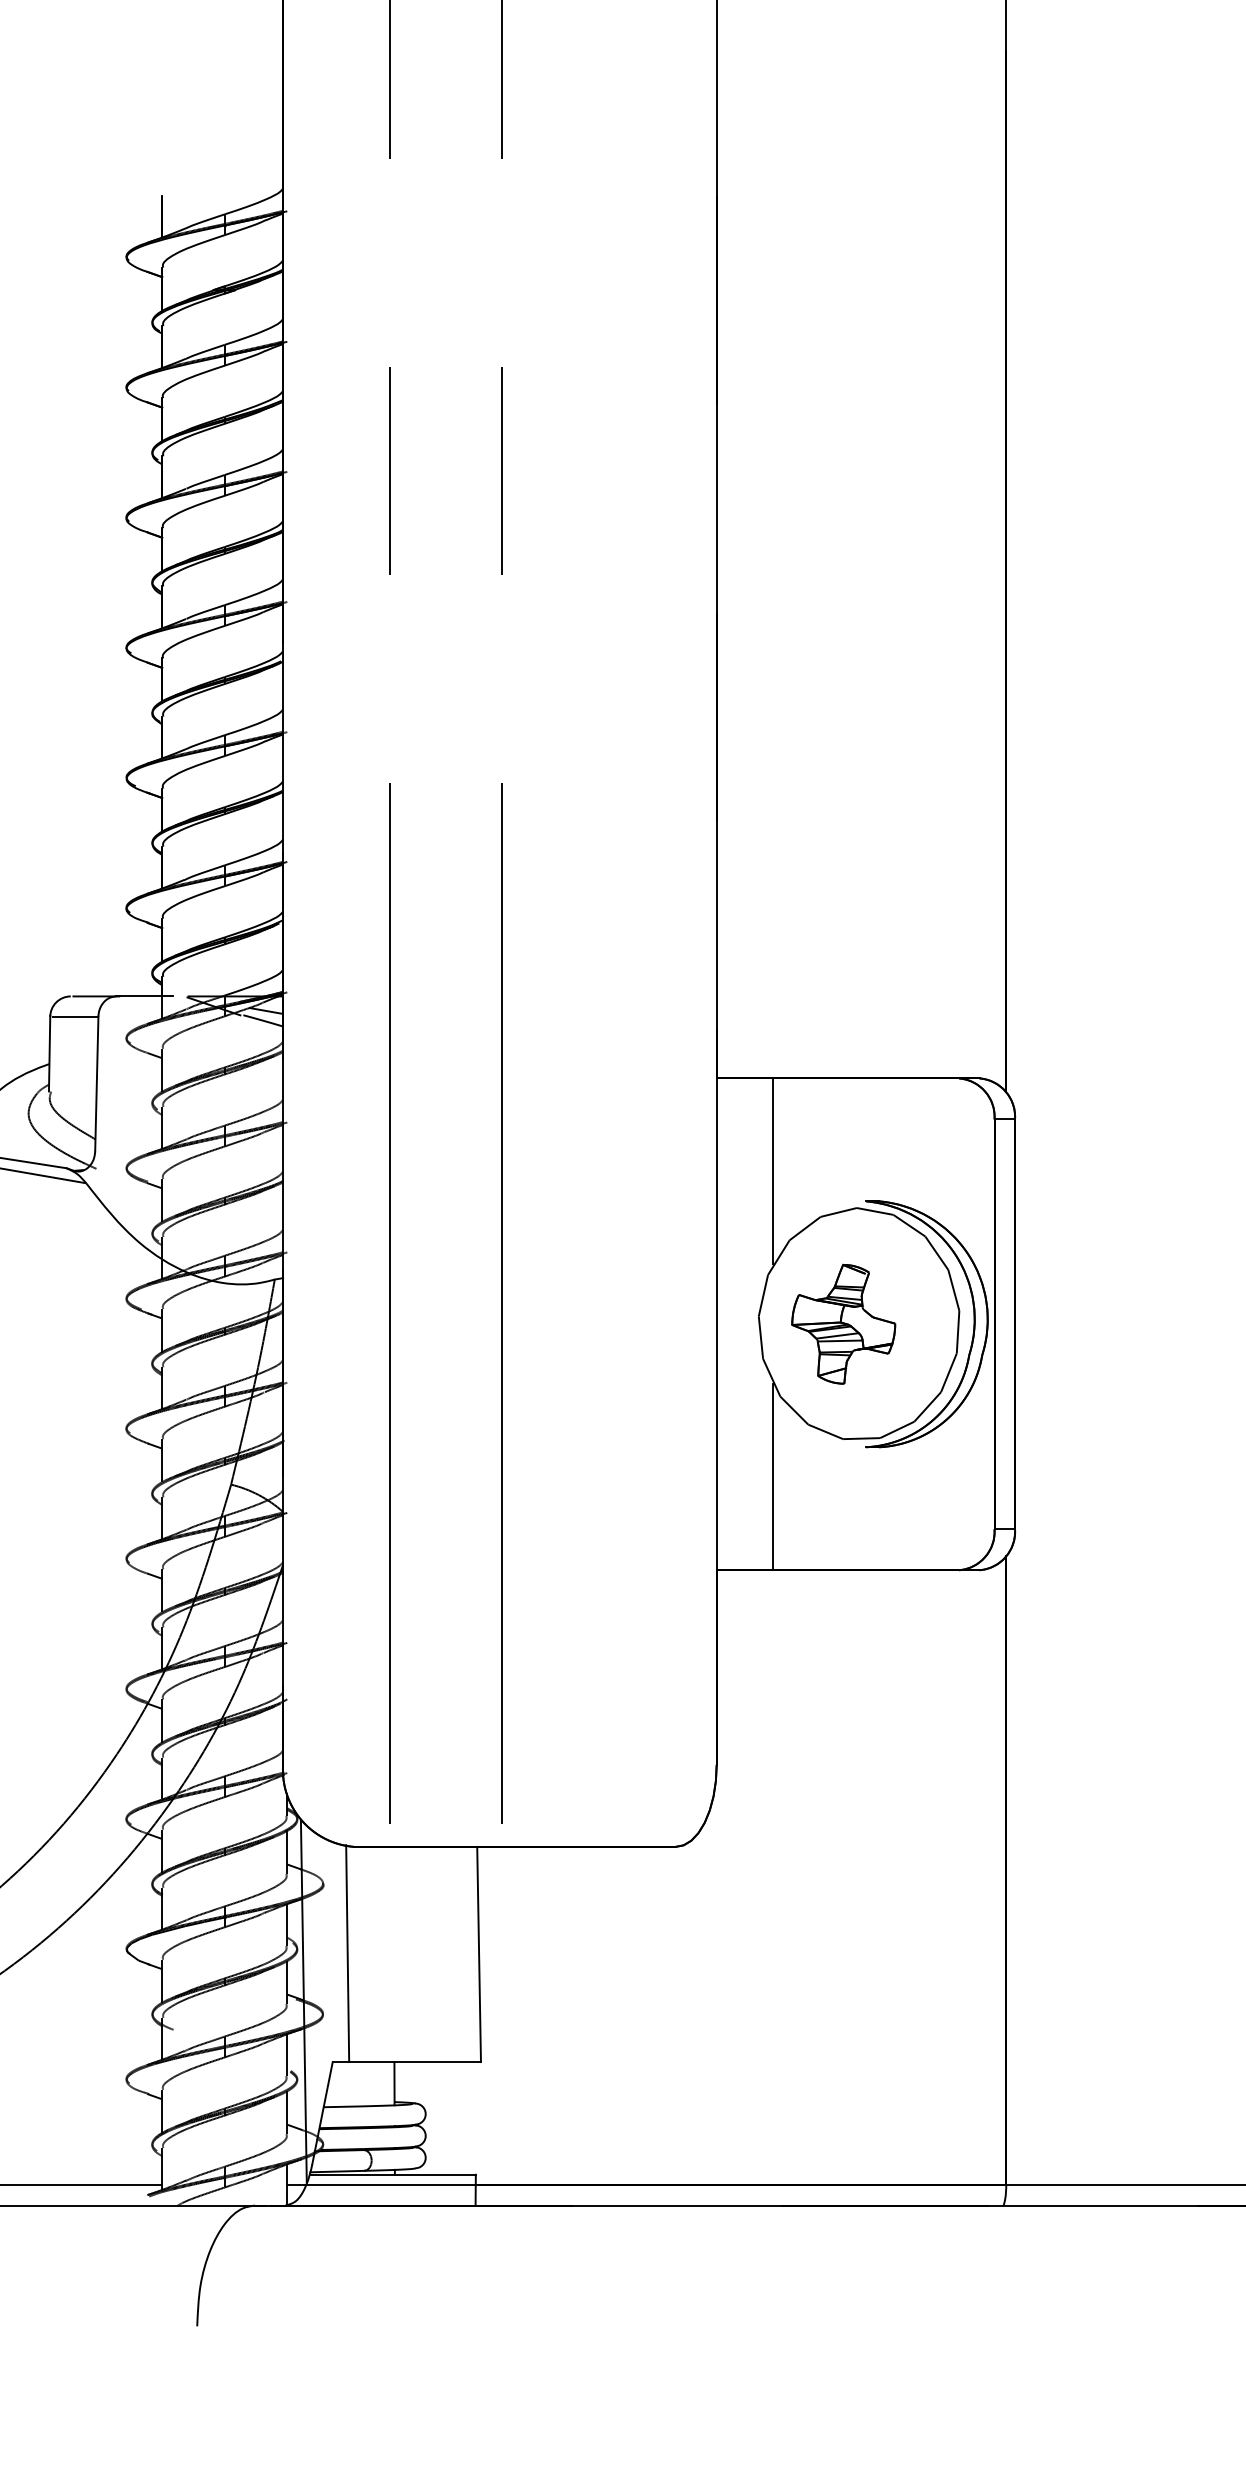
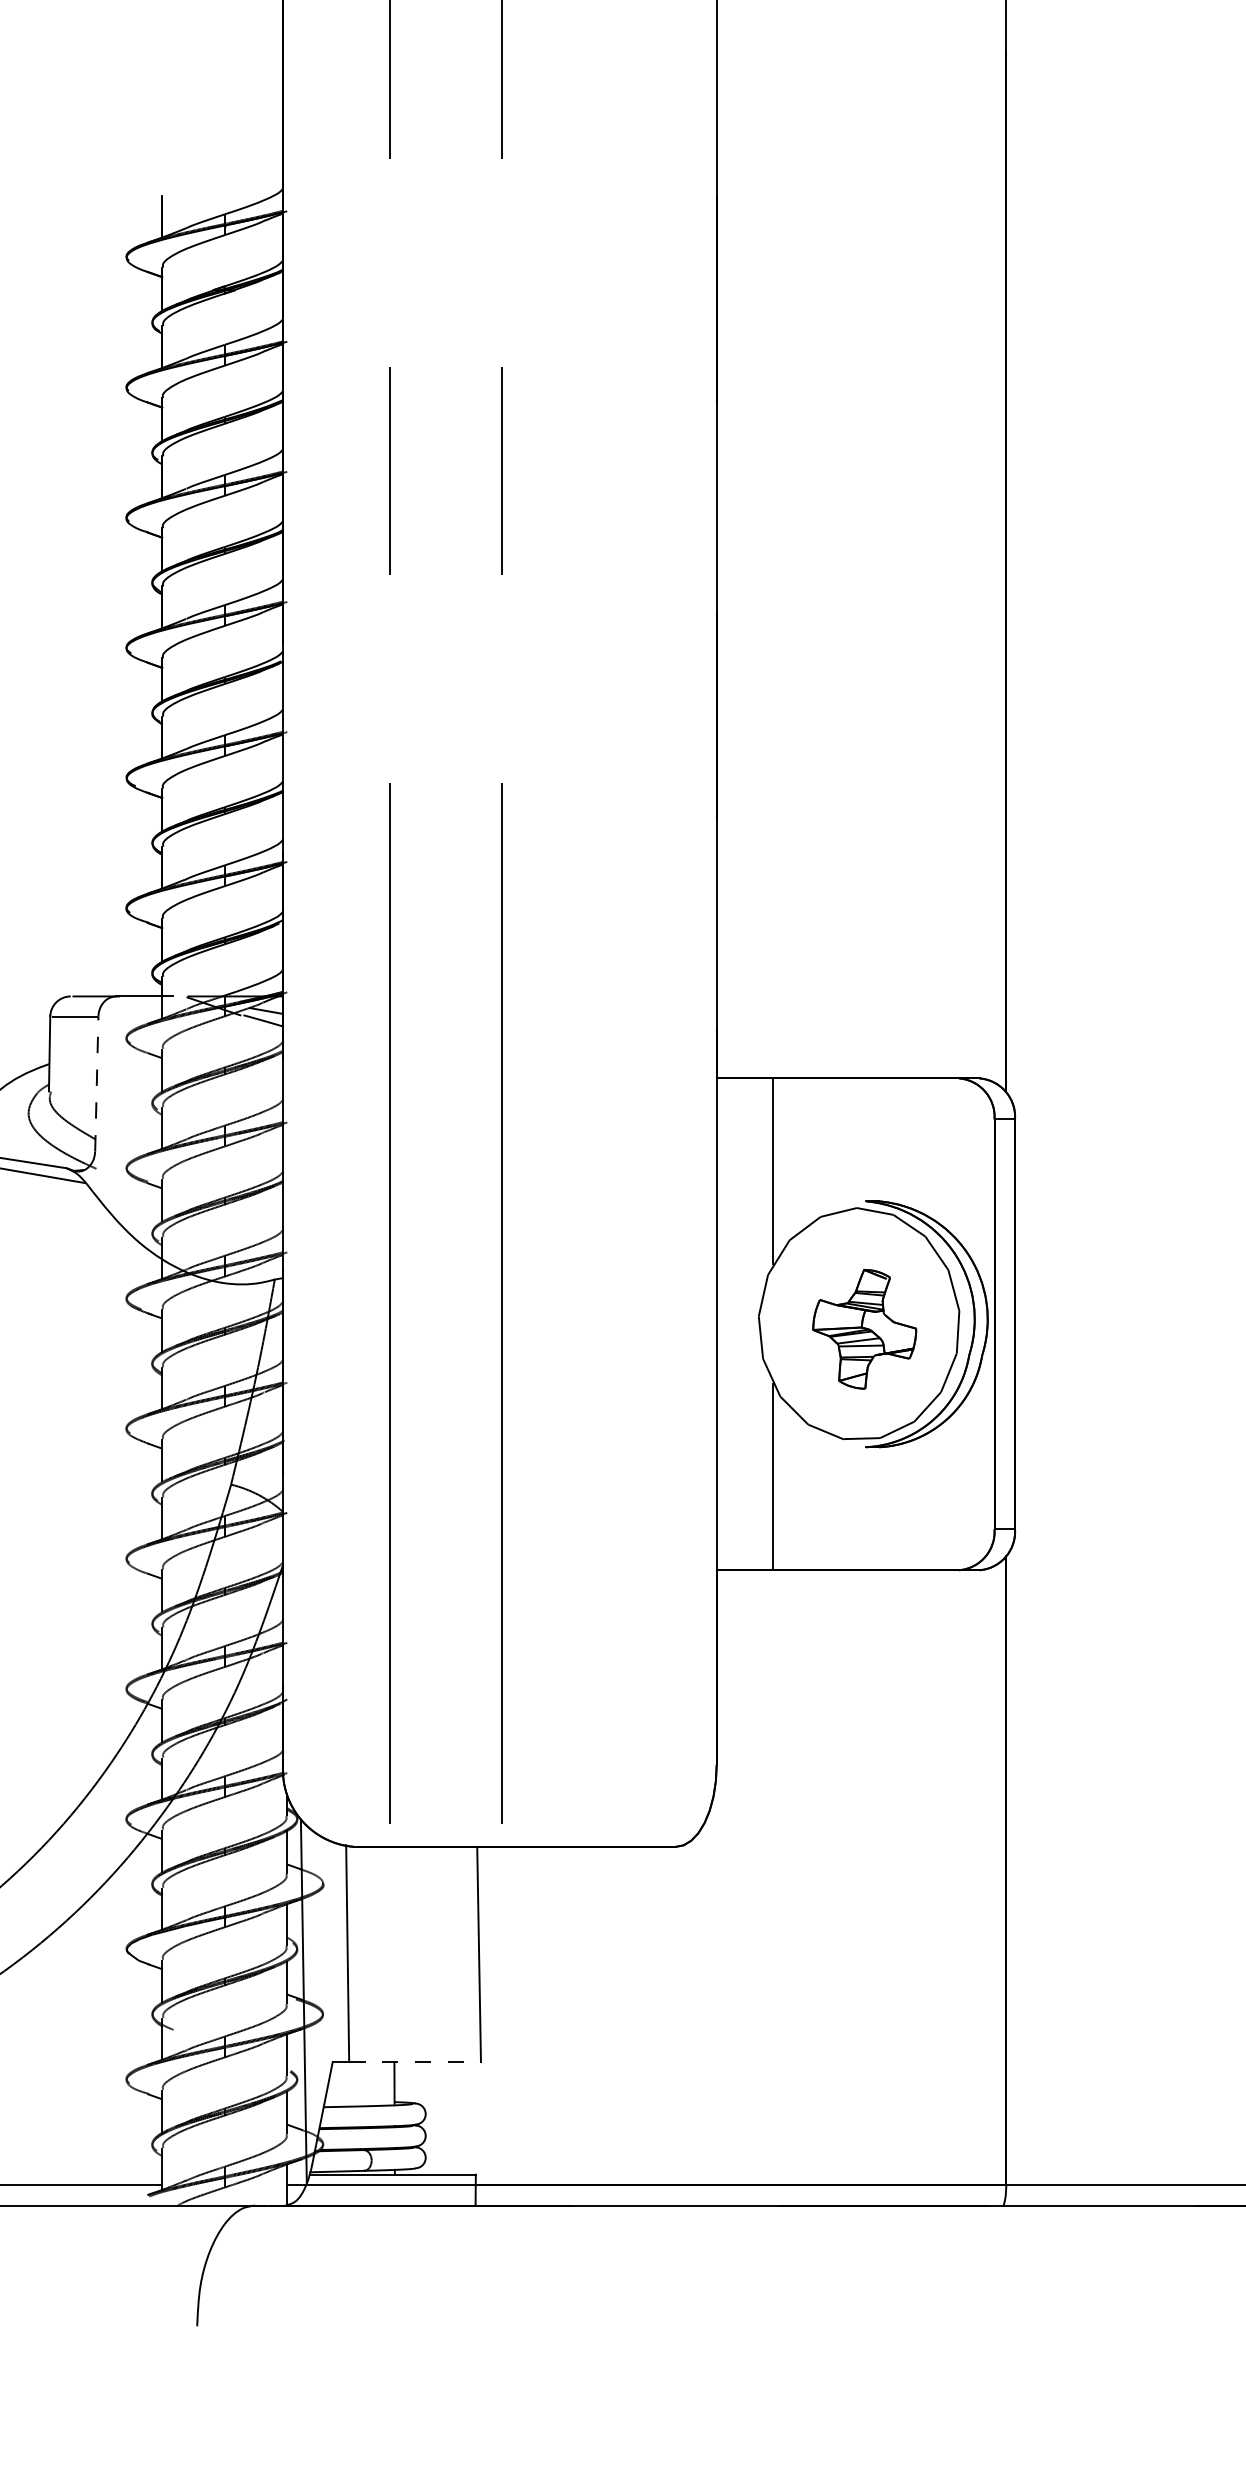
line at (96, 1083): solid -> dashed
part at (843, 1324) position: (843, 1324) -> (864, 1329)
line at (415, 2062): solid -> dashed
